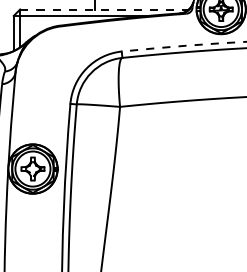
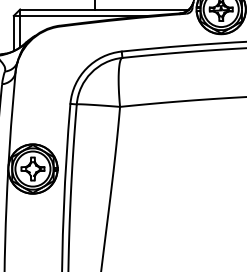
line at (105, 9): dashed -> solid
arc at (184, 45): dashed -> solid
